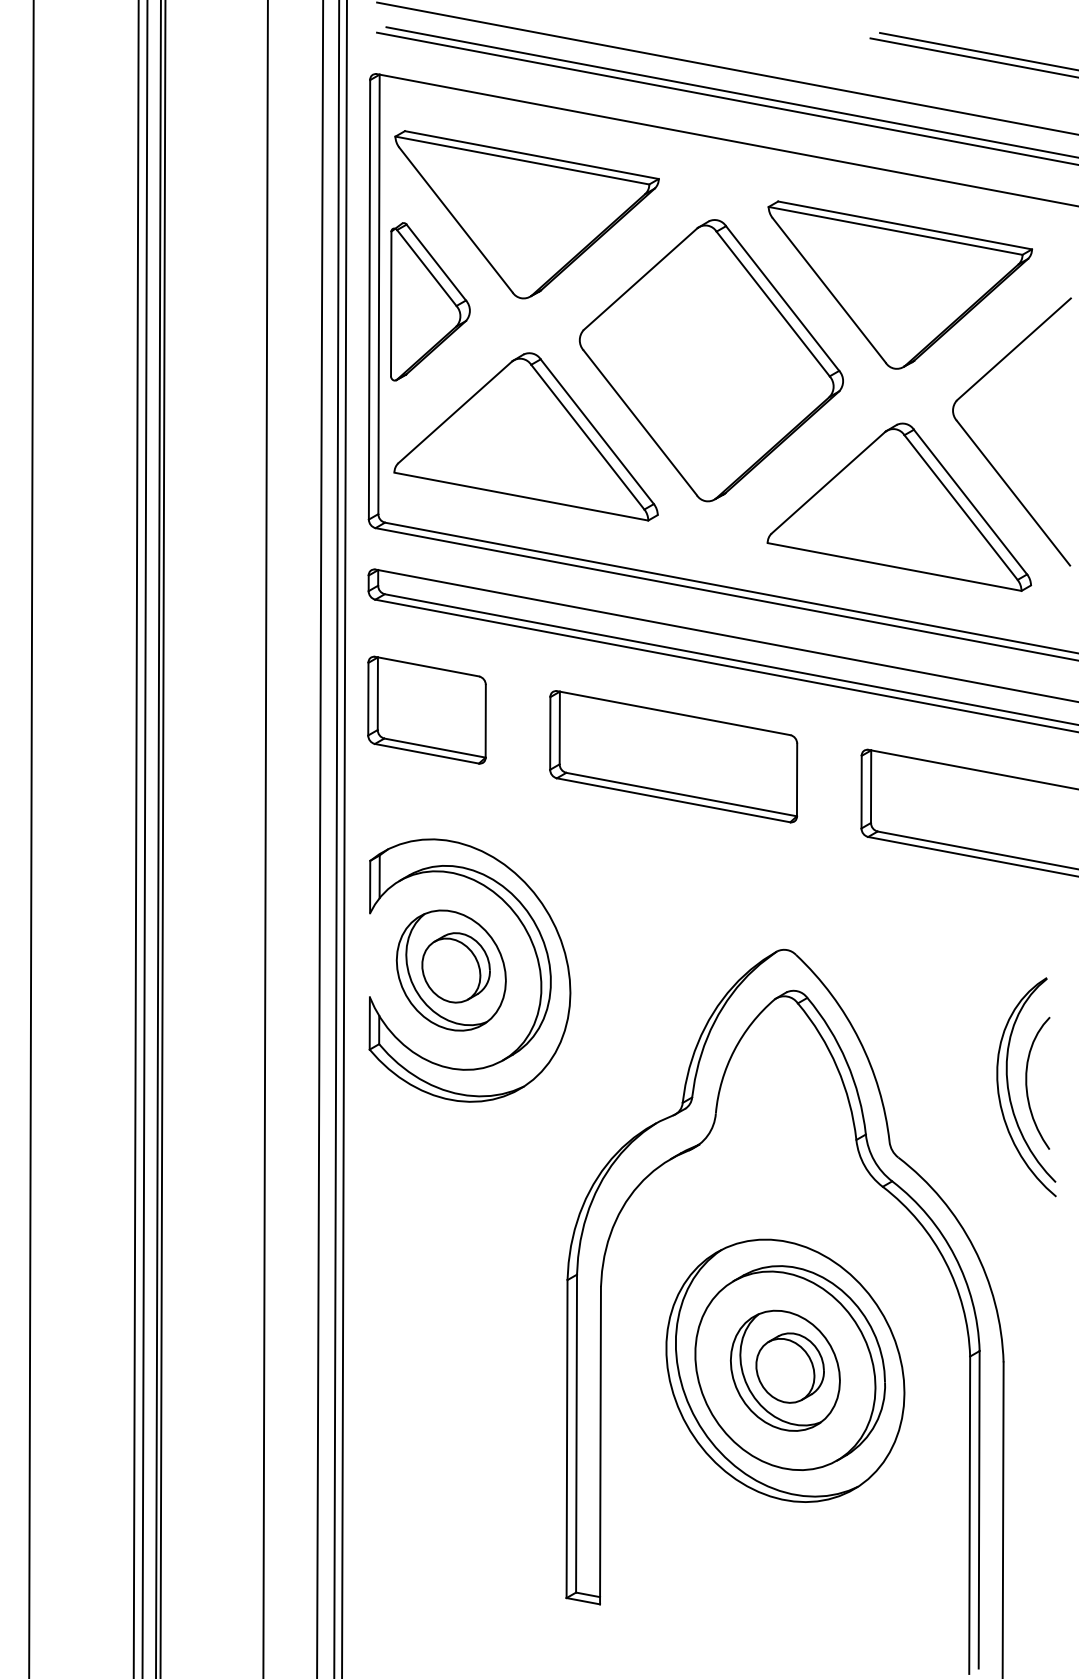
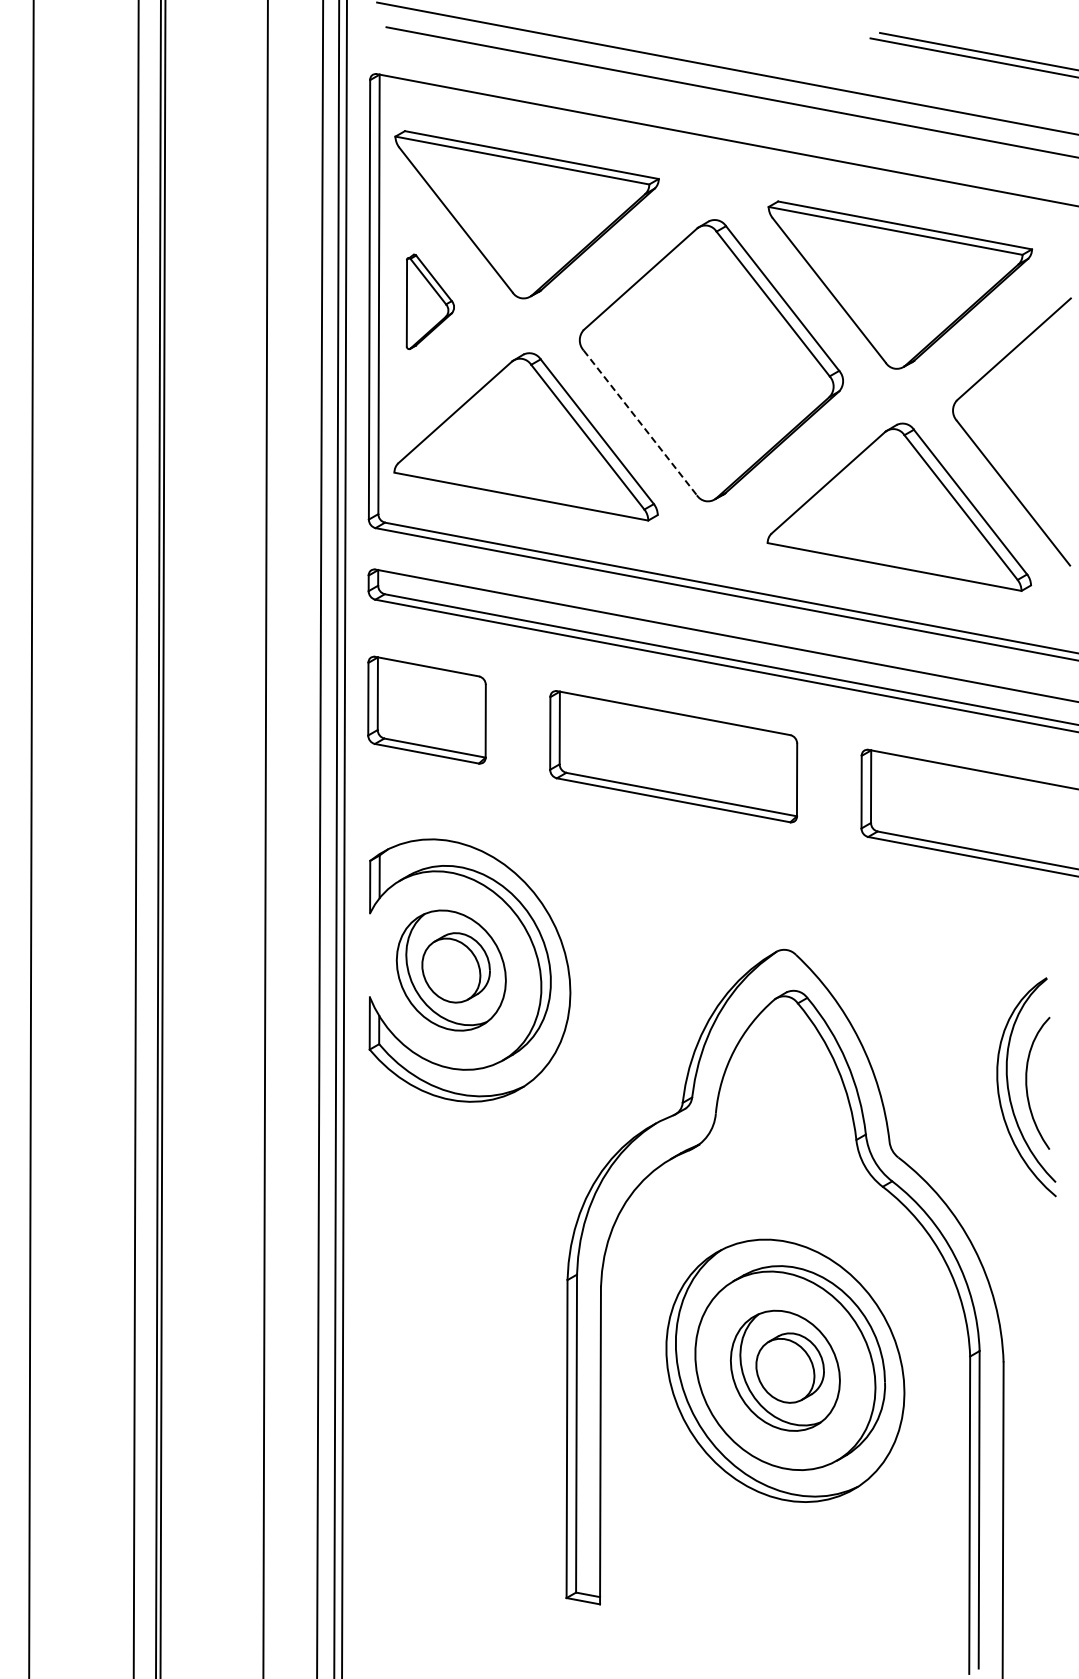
line at (726, 98): present -> none
part at (430, 301) size: 81x160 px -> 50x97 px
line at (640, 422): solid -> dashed
line at (144, 838): present -> none
